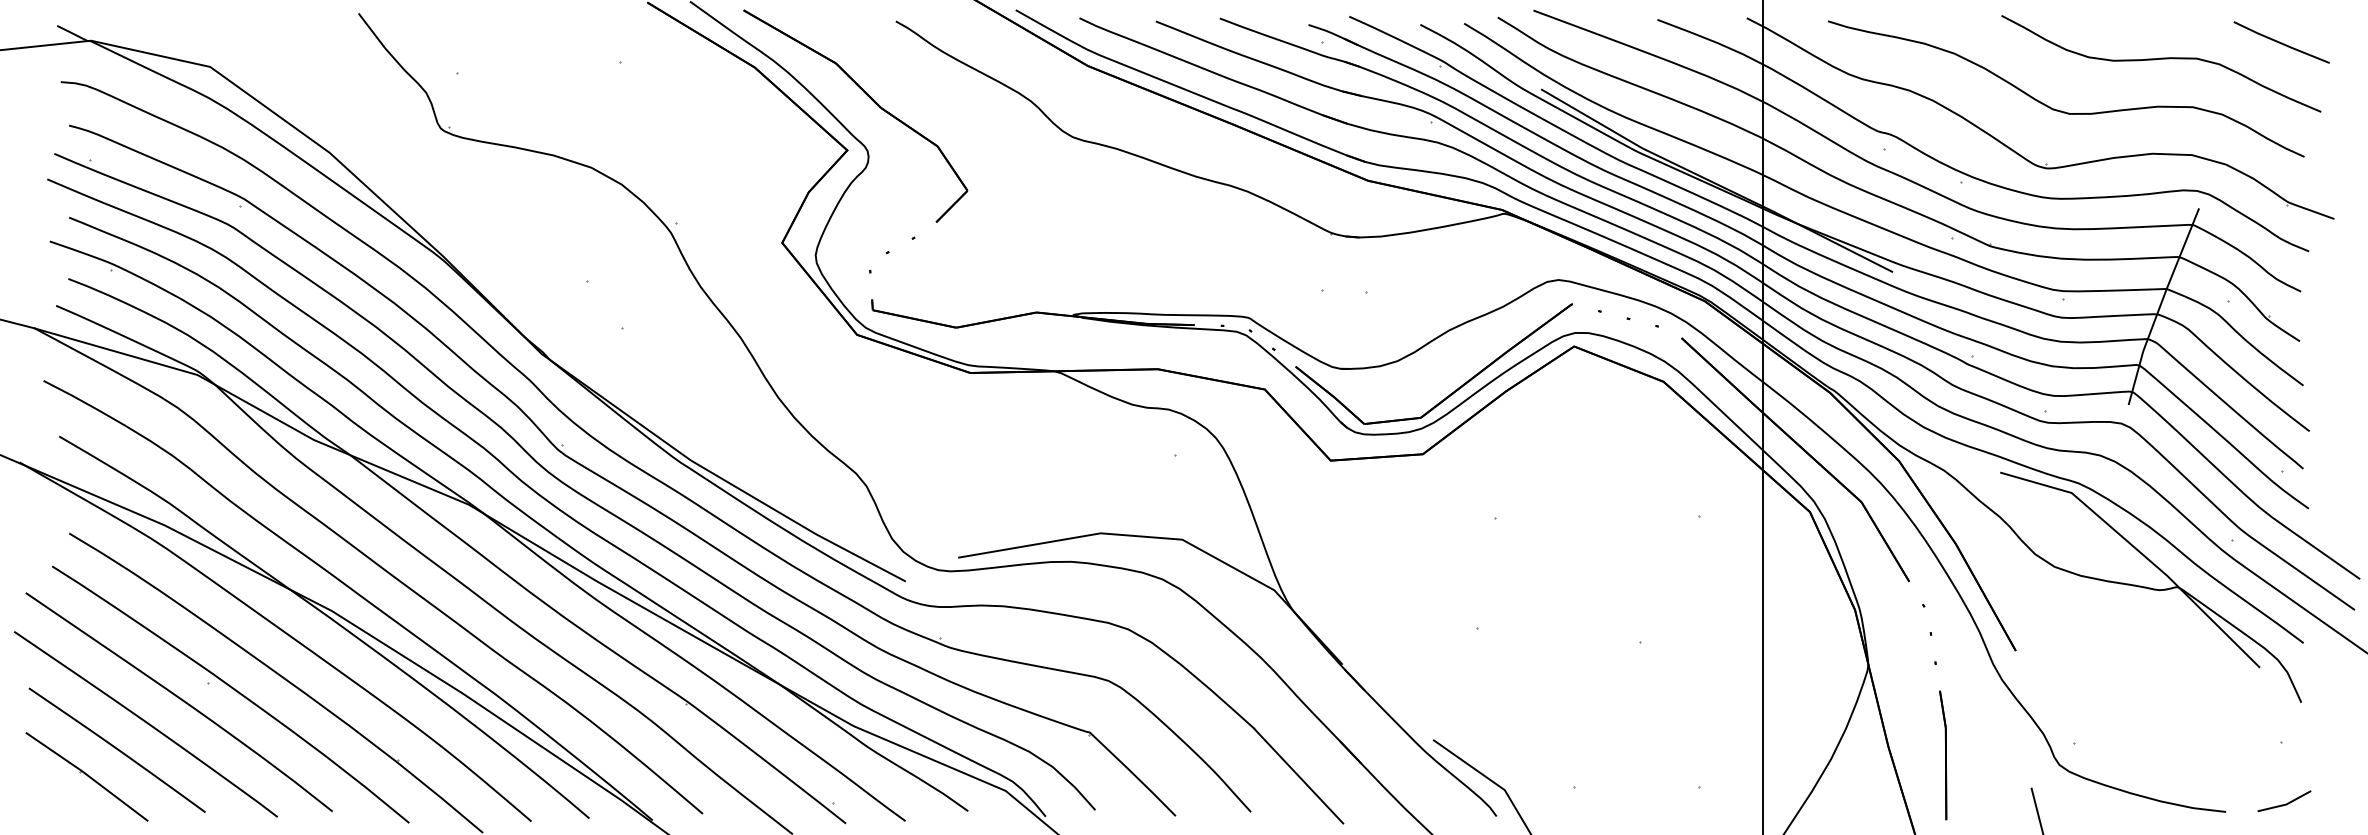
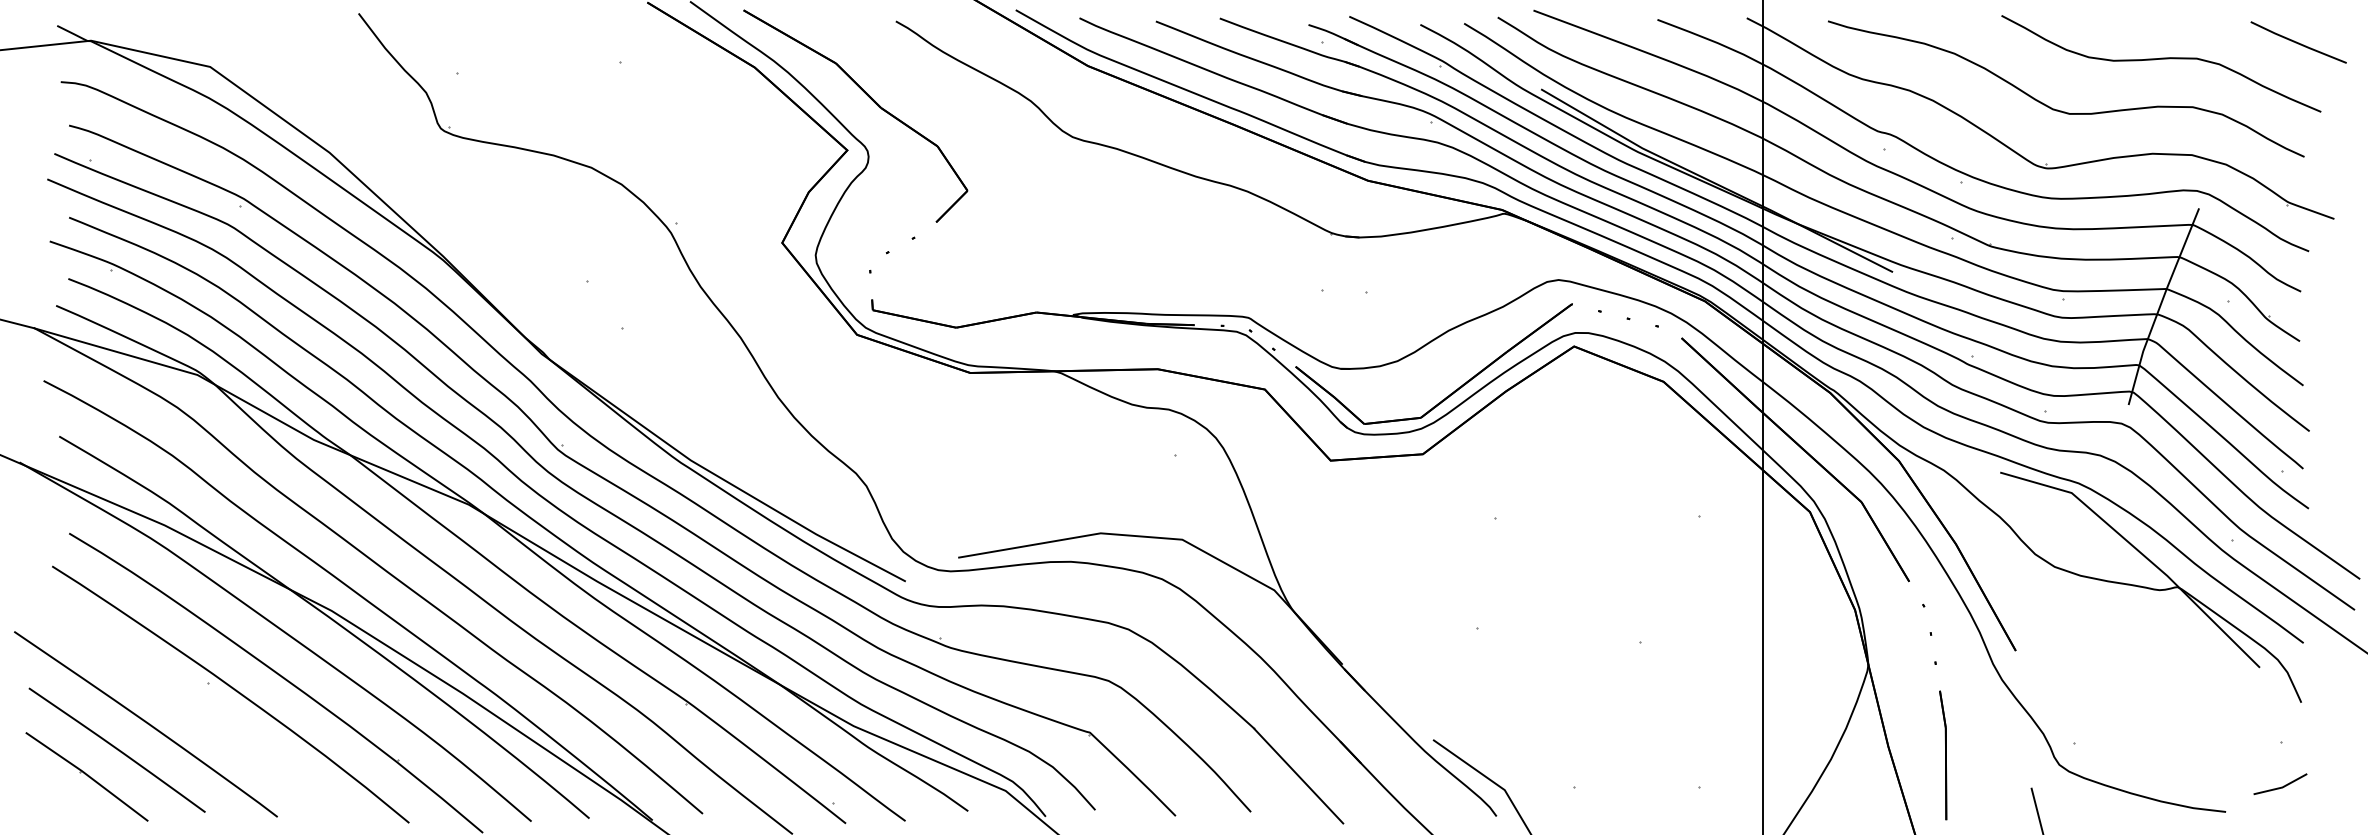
line at (2281, 42) position: (2281, 42) -> (2298, 42)
curve at (179, 699): present -> none
line at (2285, 803) position: (2285, 803) -> (2281, 786)
